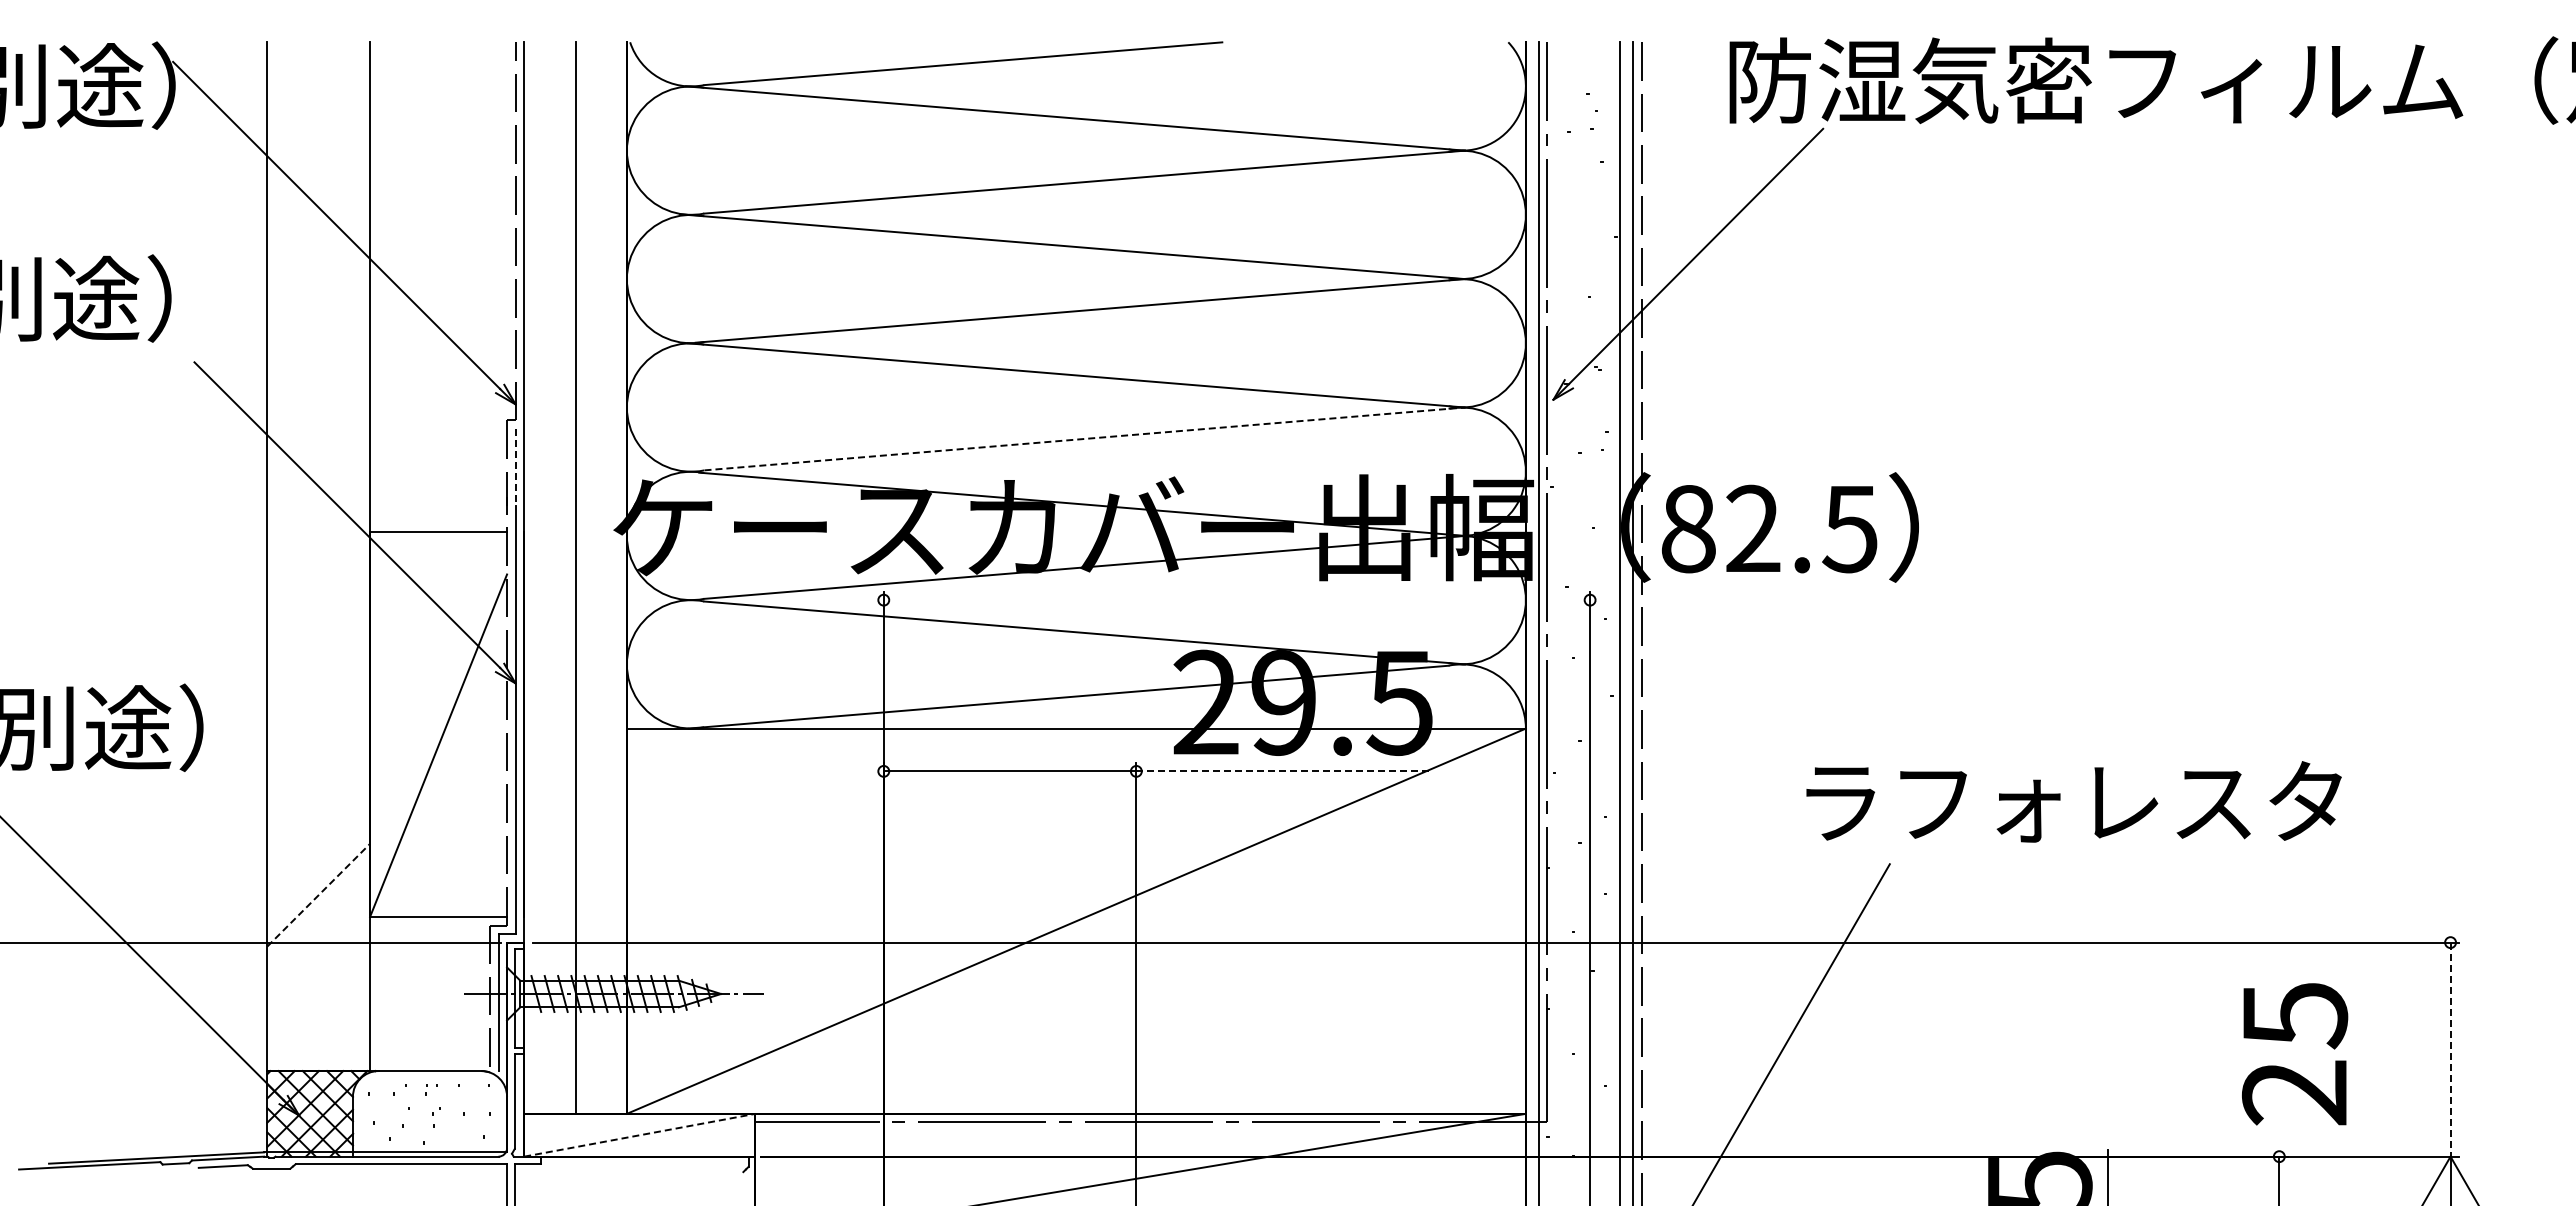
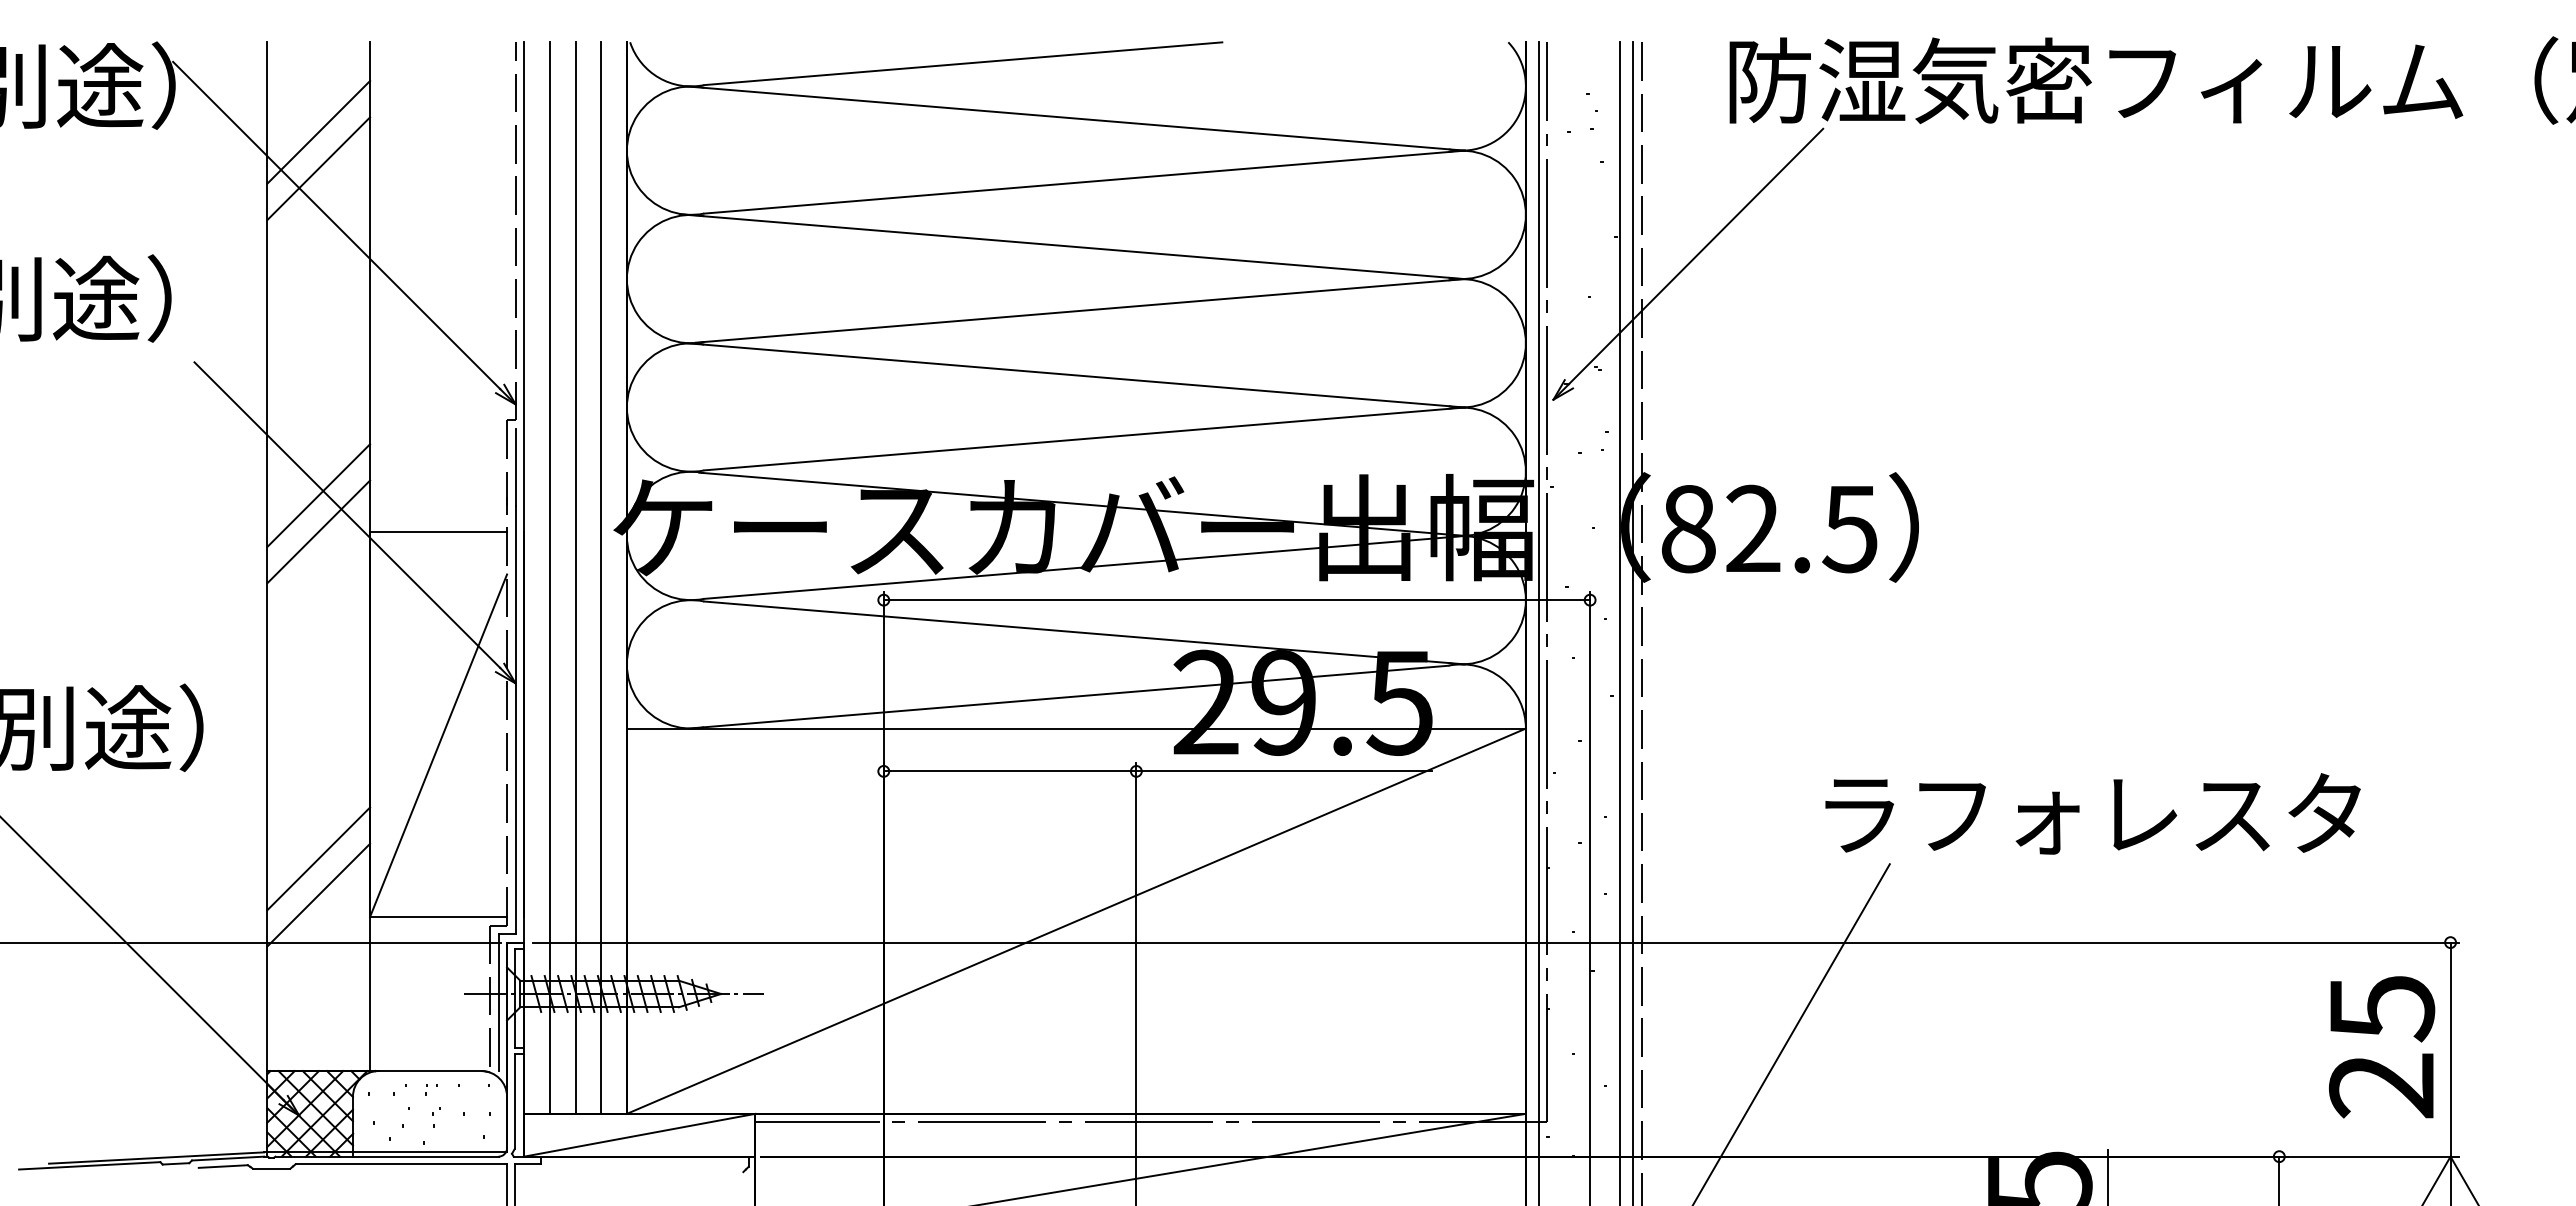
line at (318, 131): none -> present
line at (318, 168): none -> present
line at (1084, 438): dashed -> solid
line at (515, 467): dashed -> solid
line at (318, 495): none -> present
line at (318, 531): none -> present
line at (549, 577): none -> present
line at (601, 577): none -> present
line at (1236, 600): none -> present
line at (1284, 771): dashed -> solid
text at (2073, 801) position: (2073, 801) -> (2092, 813)
line at (318, 858): none -> present
line at (318, 895): dashed -> solid
line at (2450, 1050): dashed -> solid
text at (2295, 1054) position: (2295, 1054) -> (2382, 1047)
line at (639, 1135): dashed -> solid
